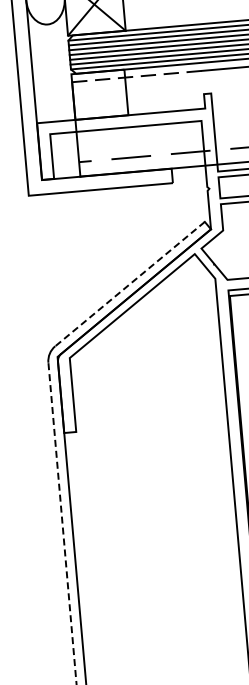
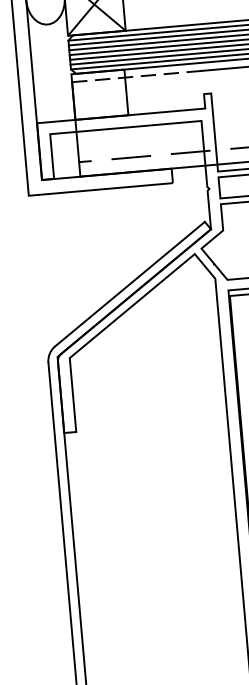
line at (129, 284): dashed -> solid
line at (62, 523): dashed -> solid
